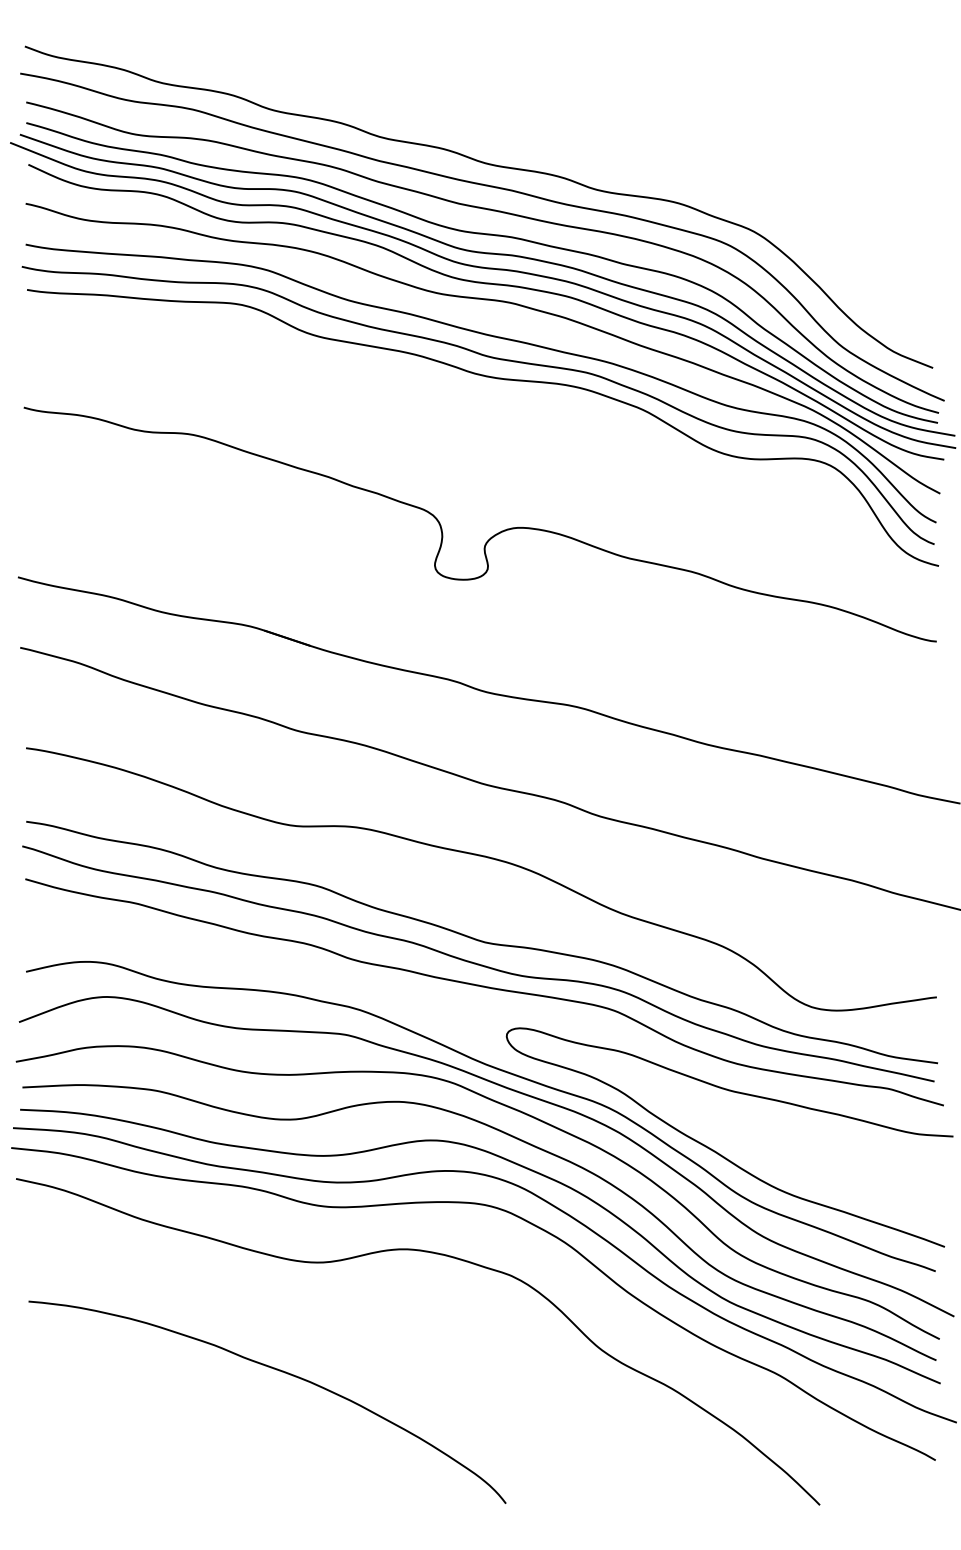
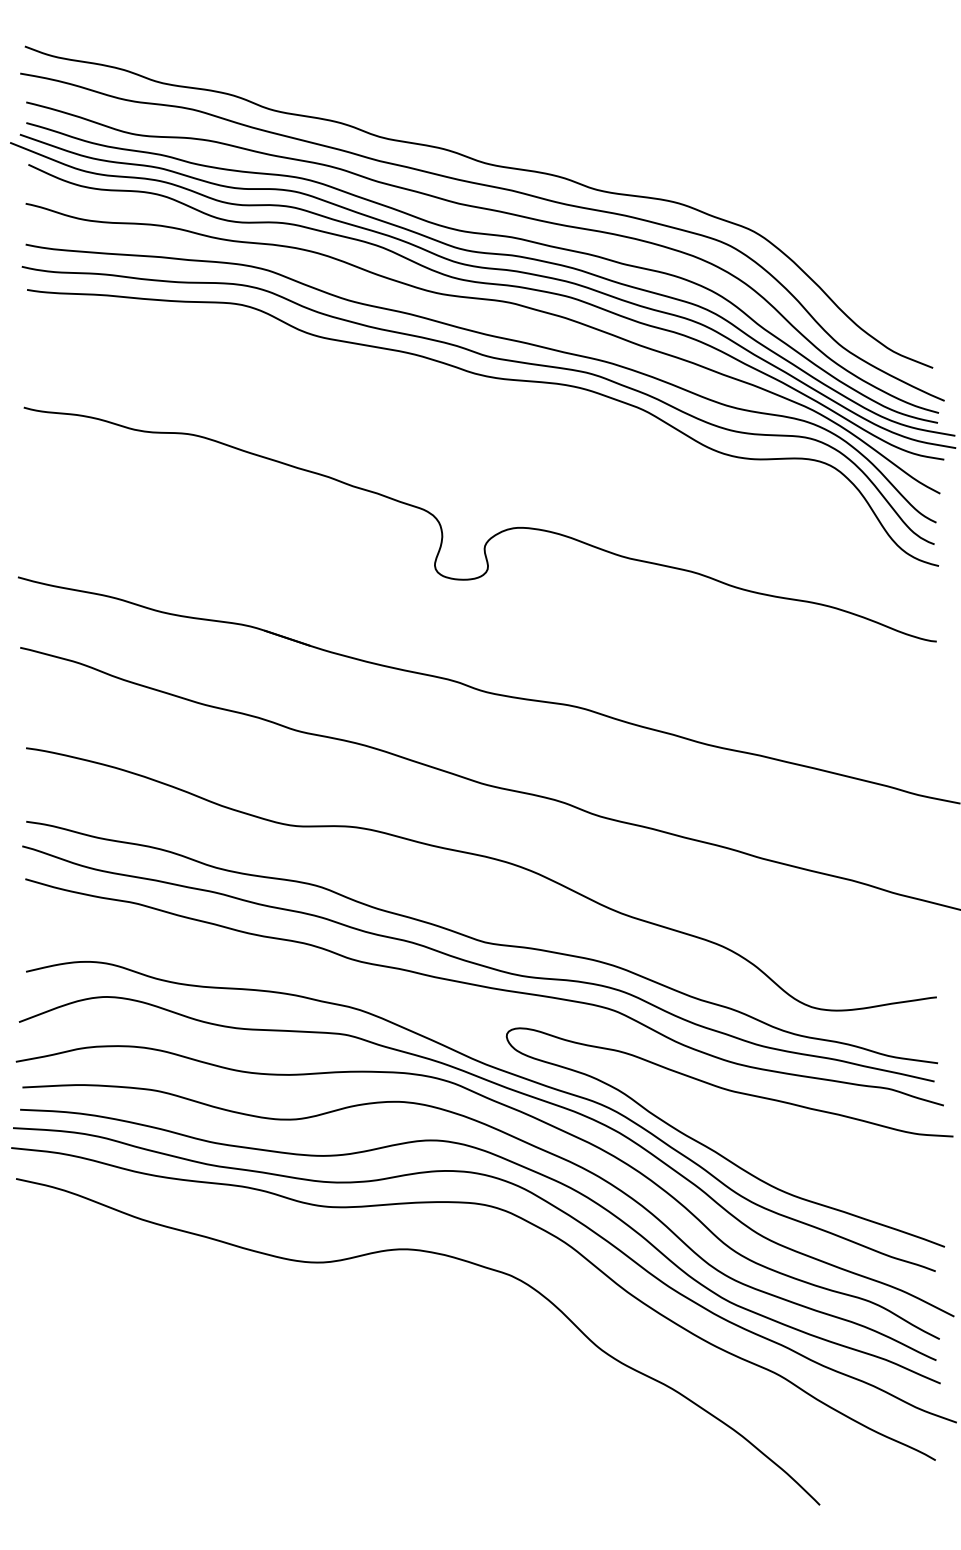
curve at (276, 1370): present -> none
